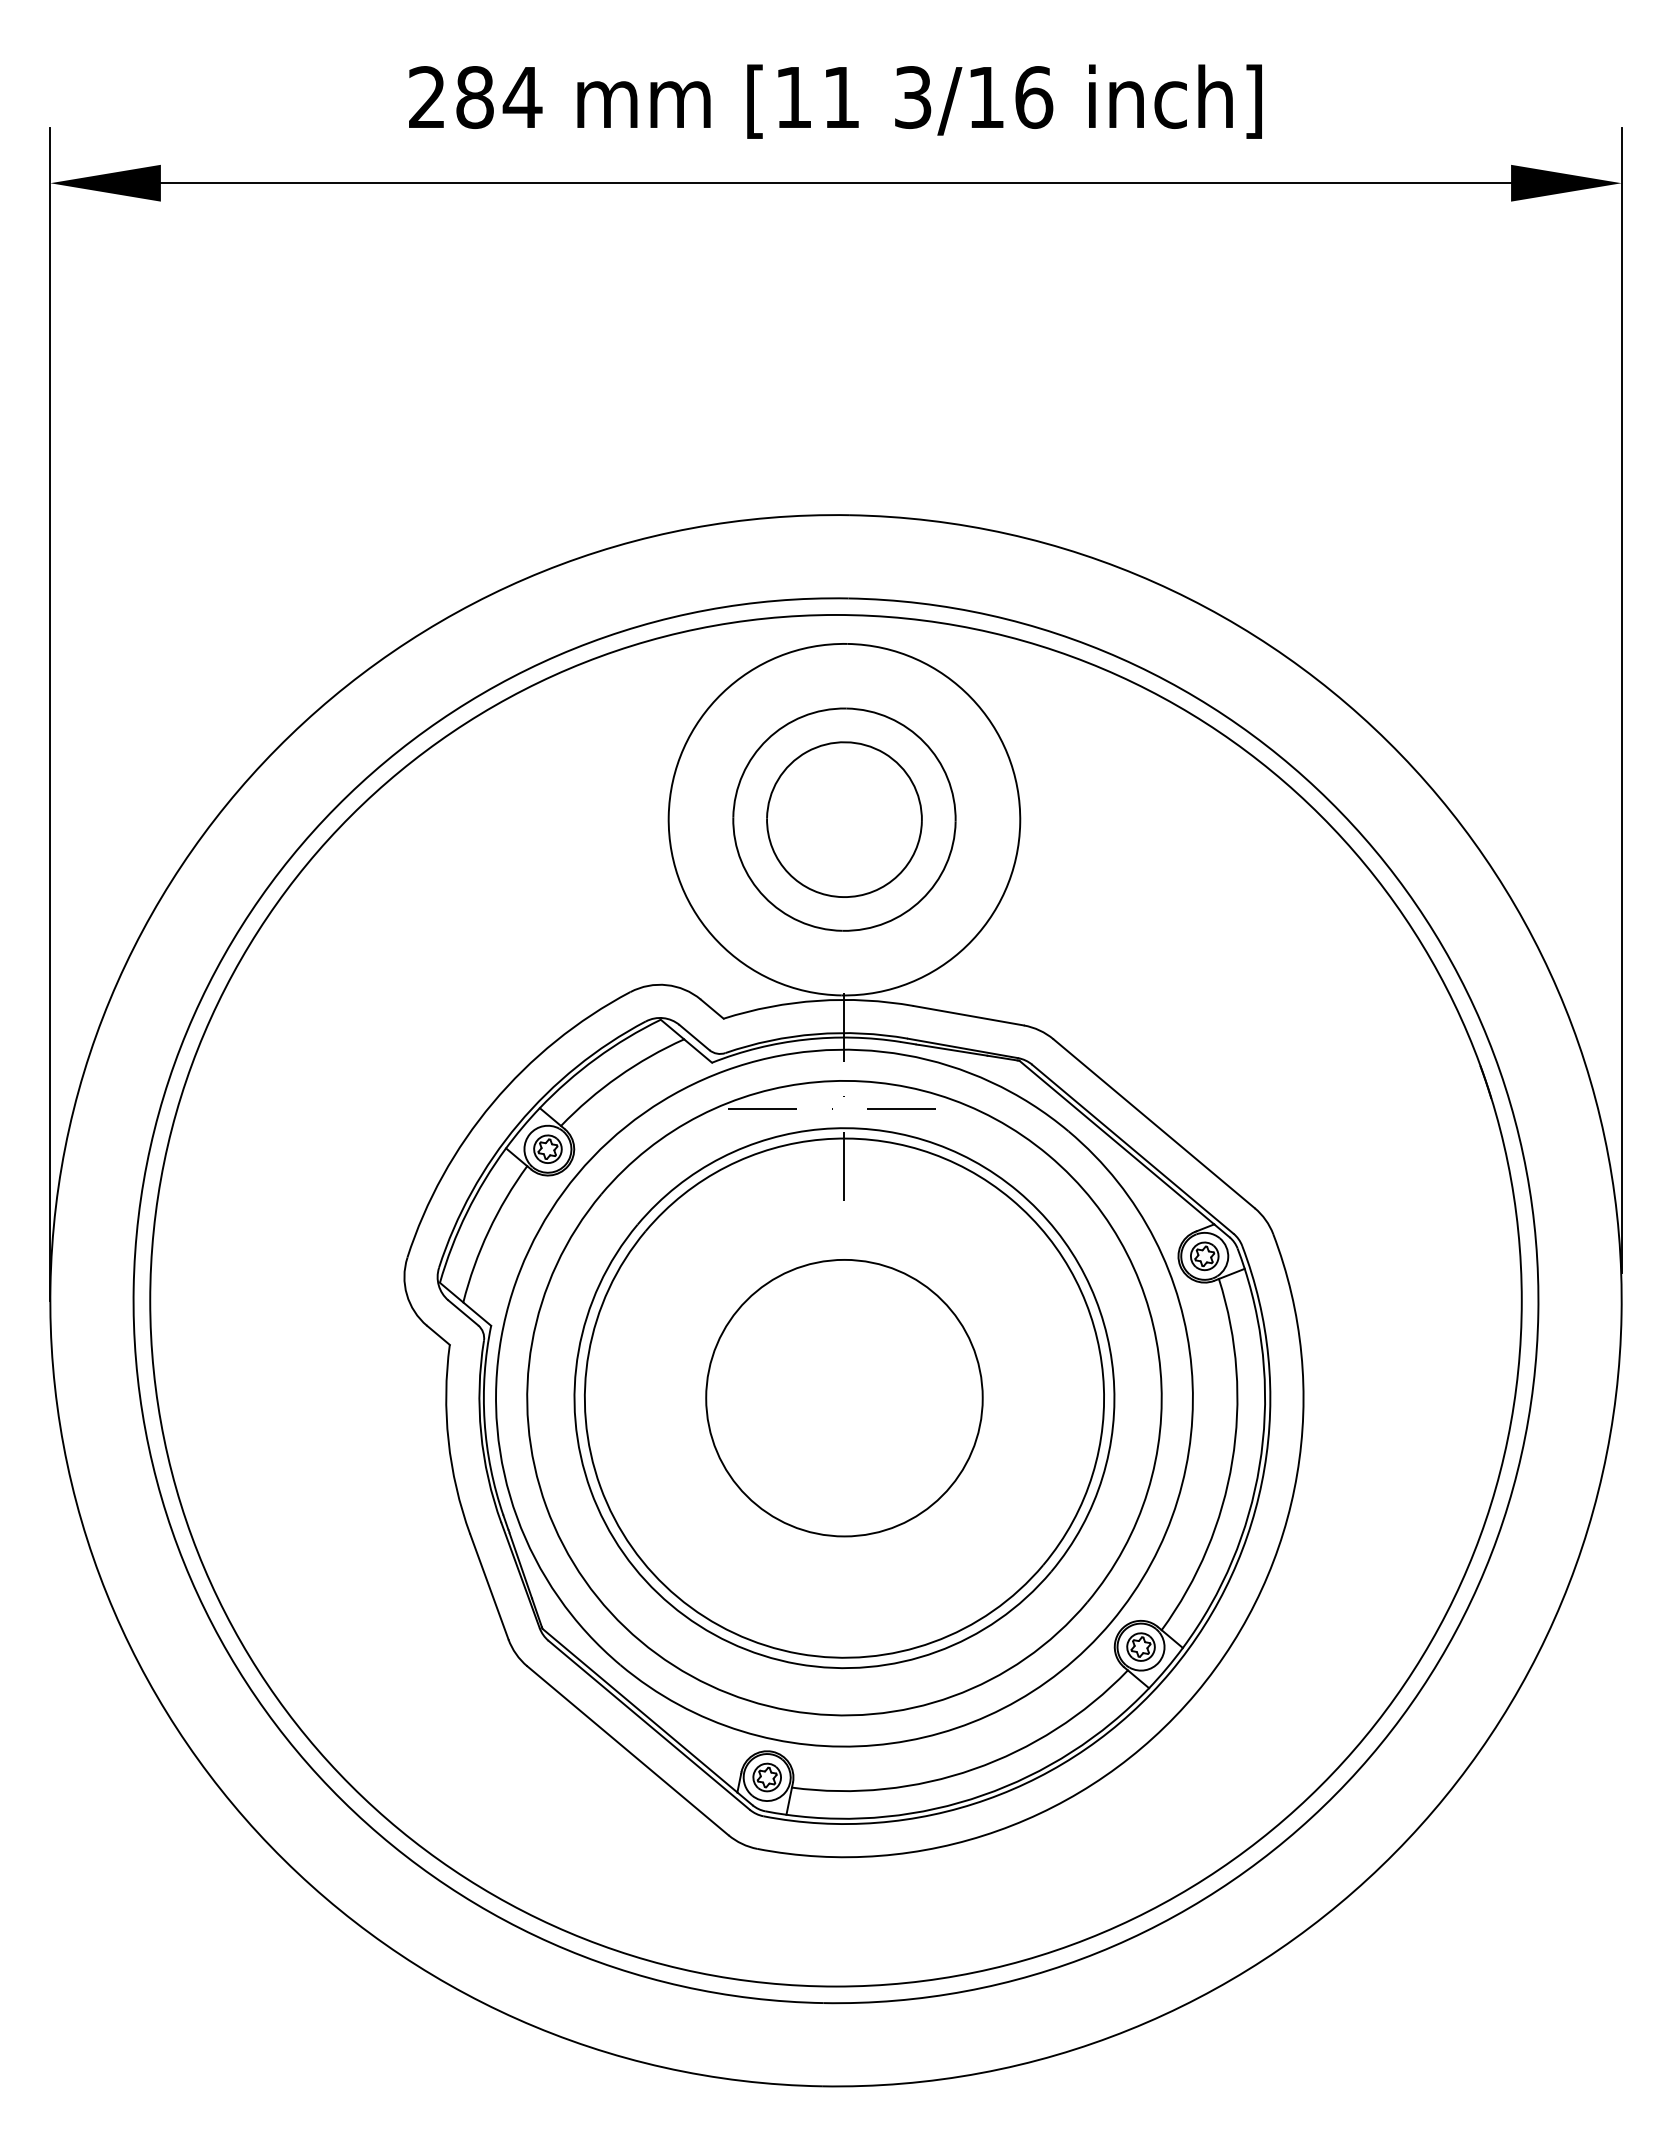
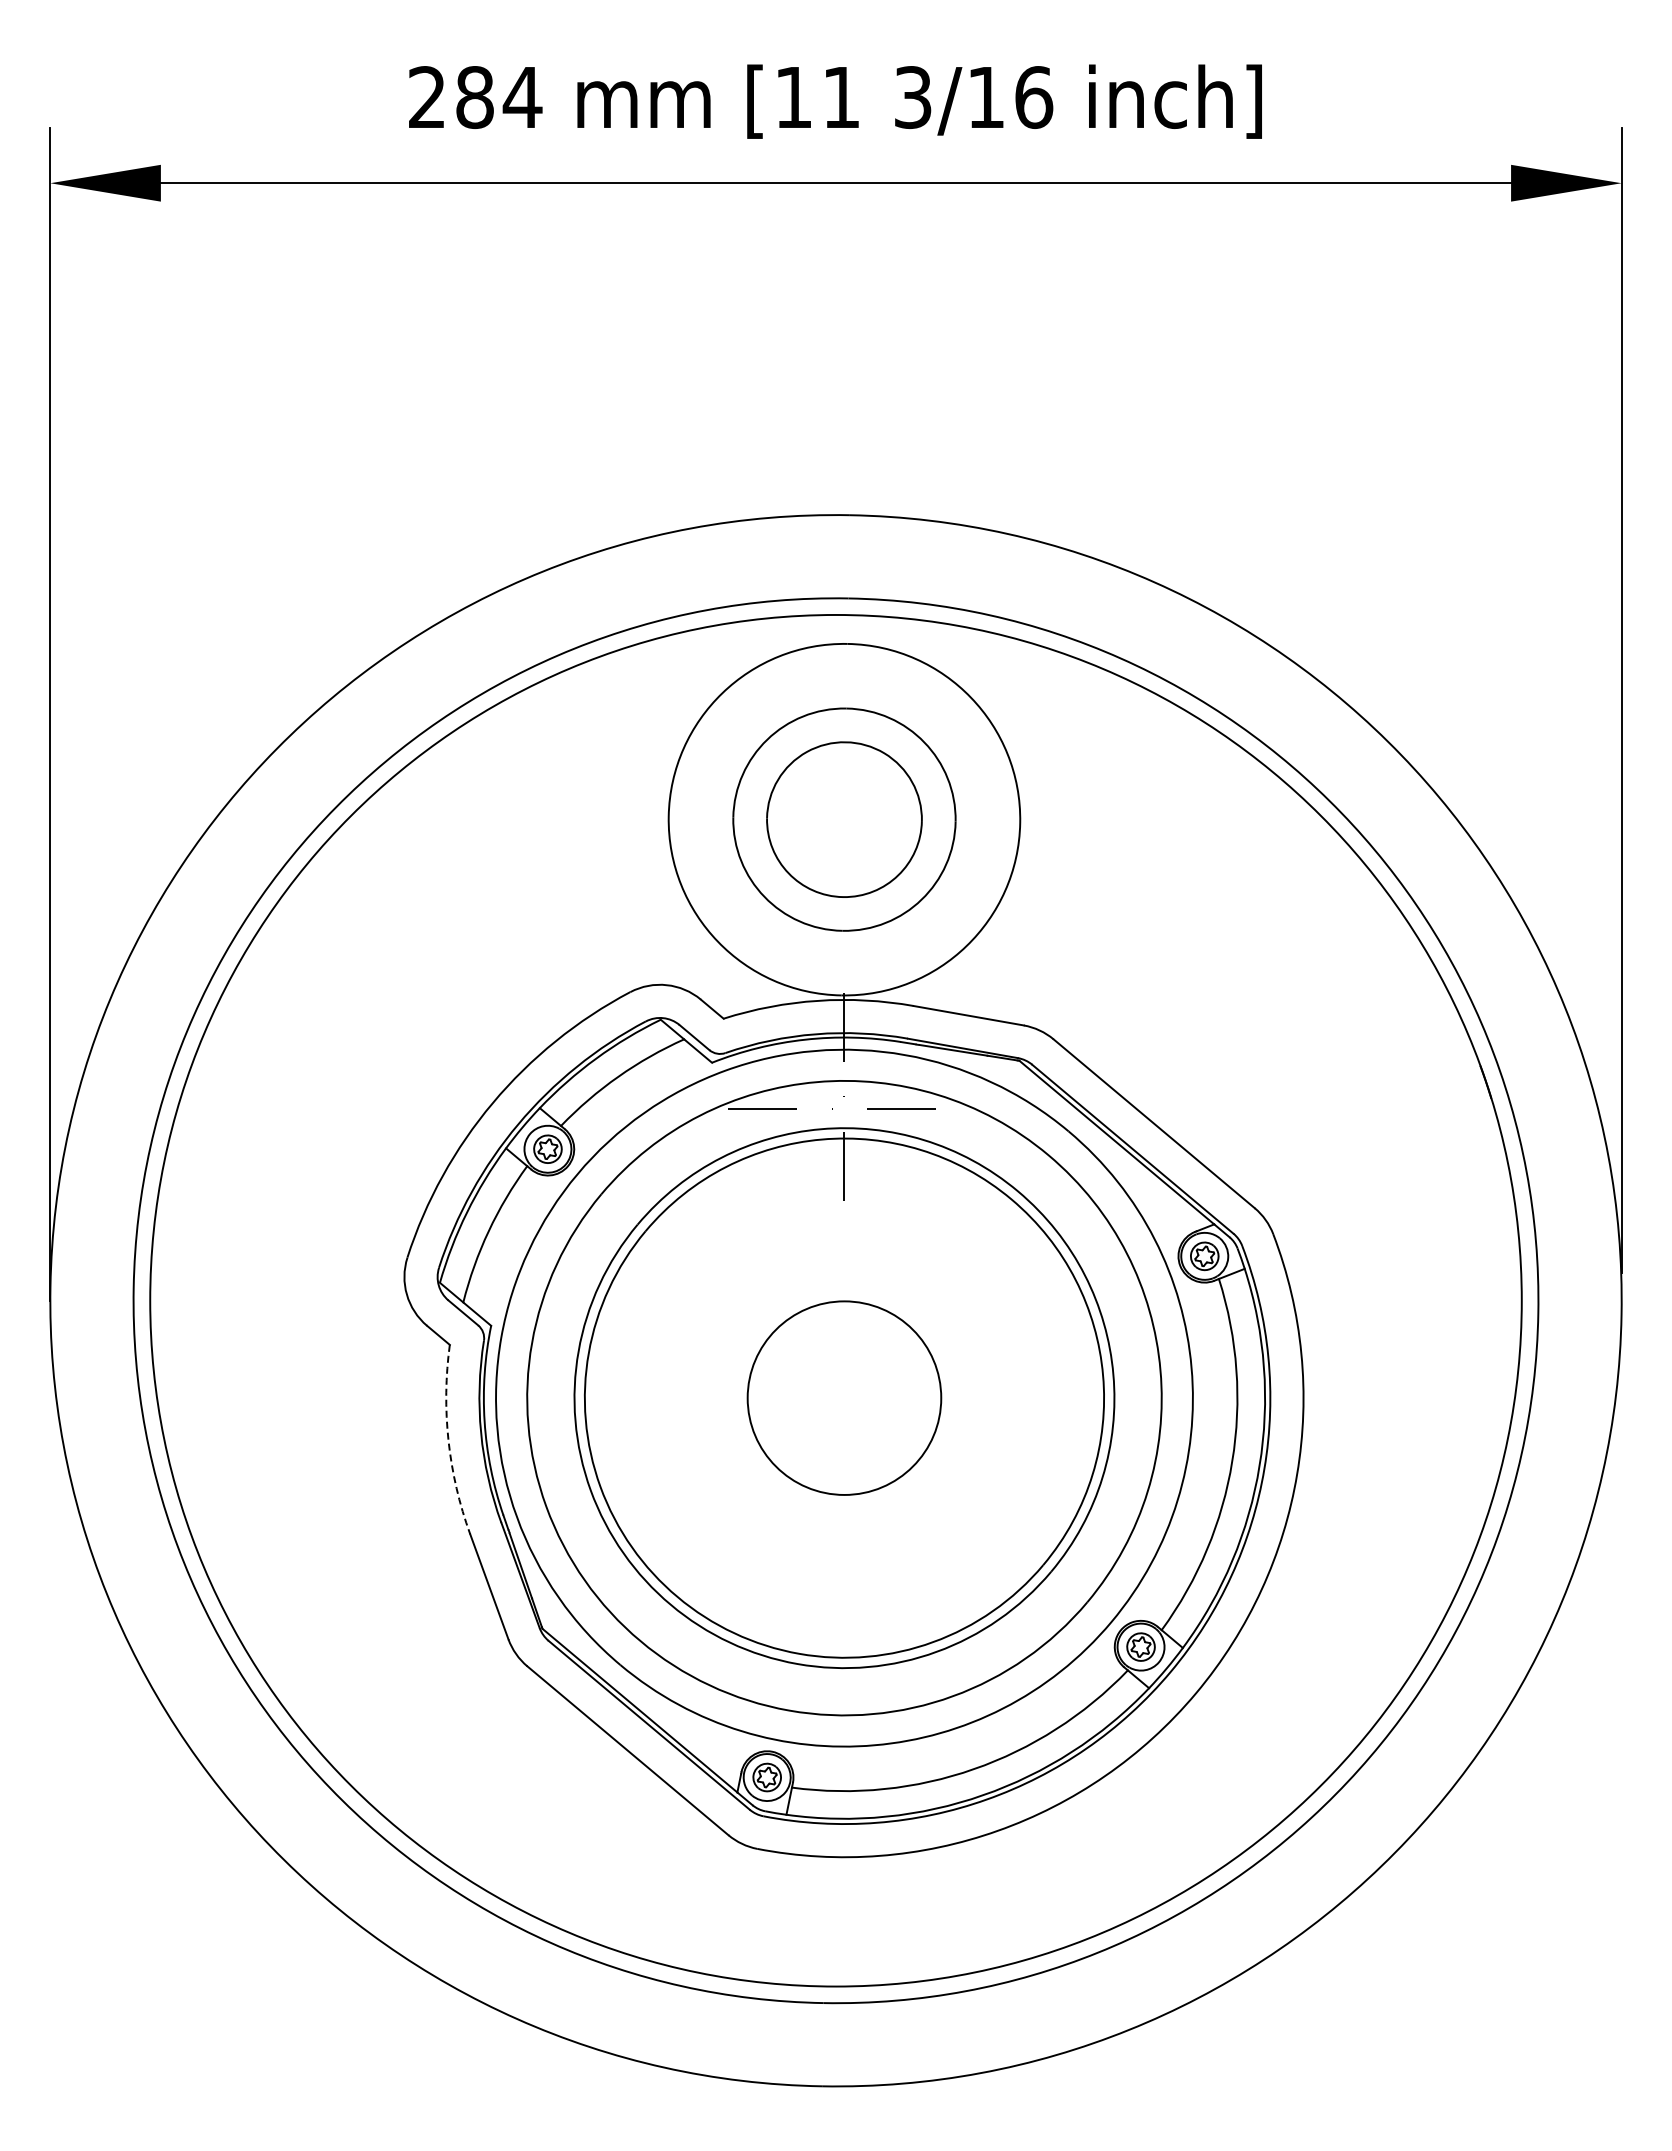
circle at (844, 1397) diameter: 277 px -> 194 px
arc at (448, 1440): solid -> dashed
